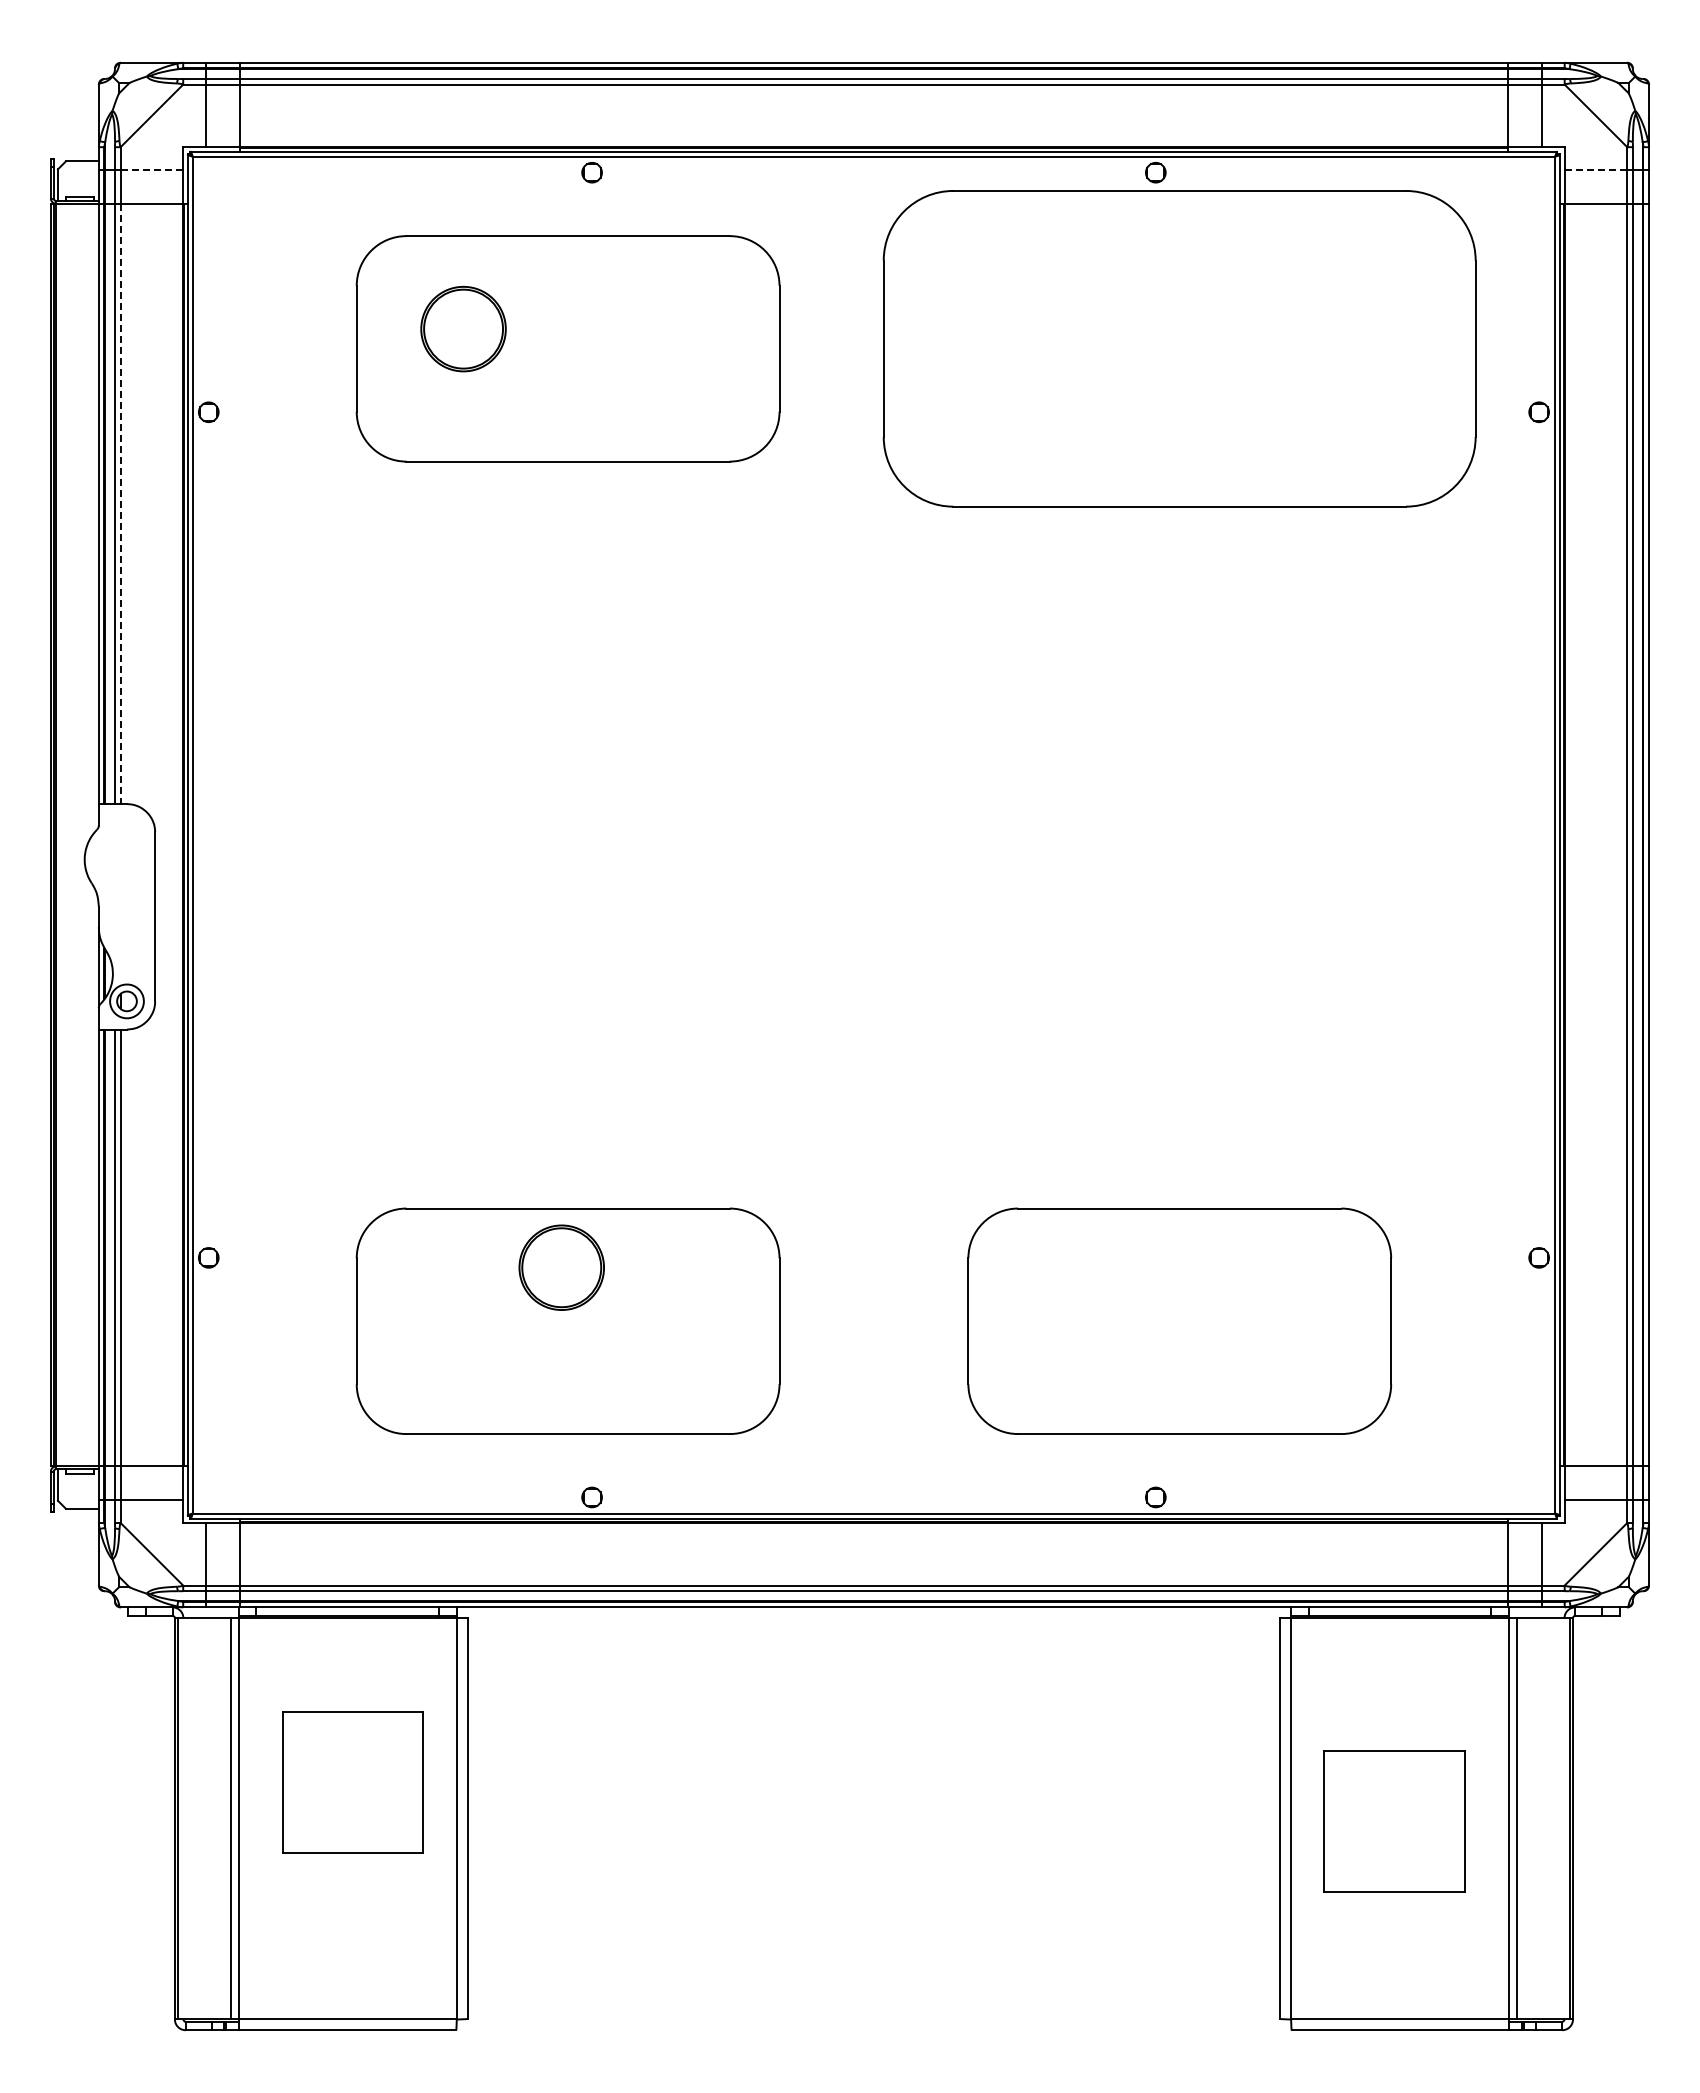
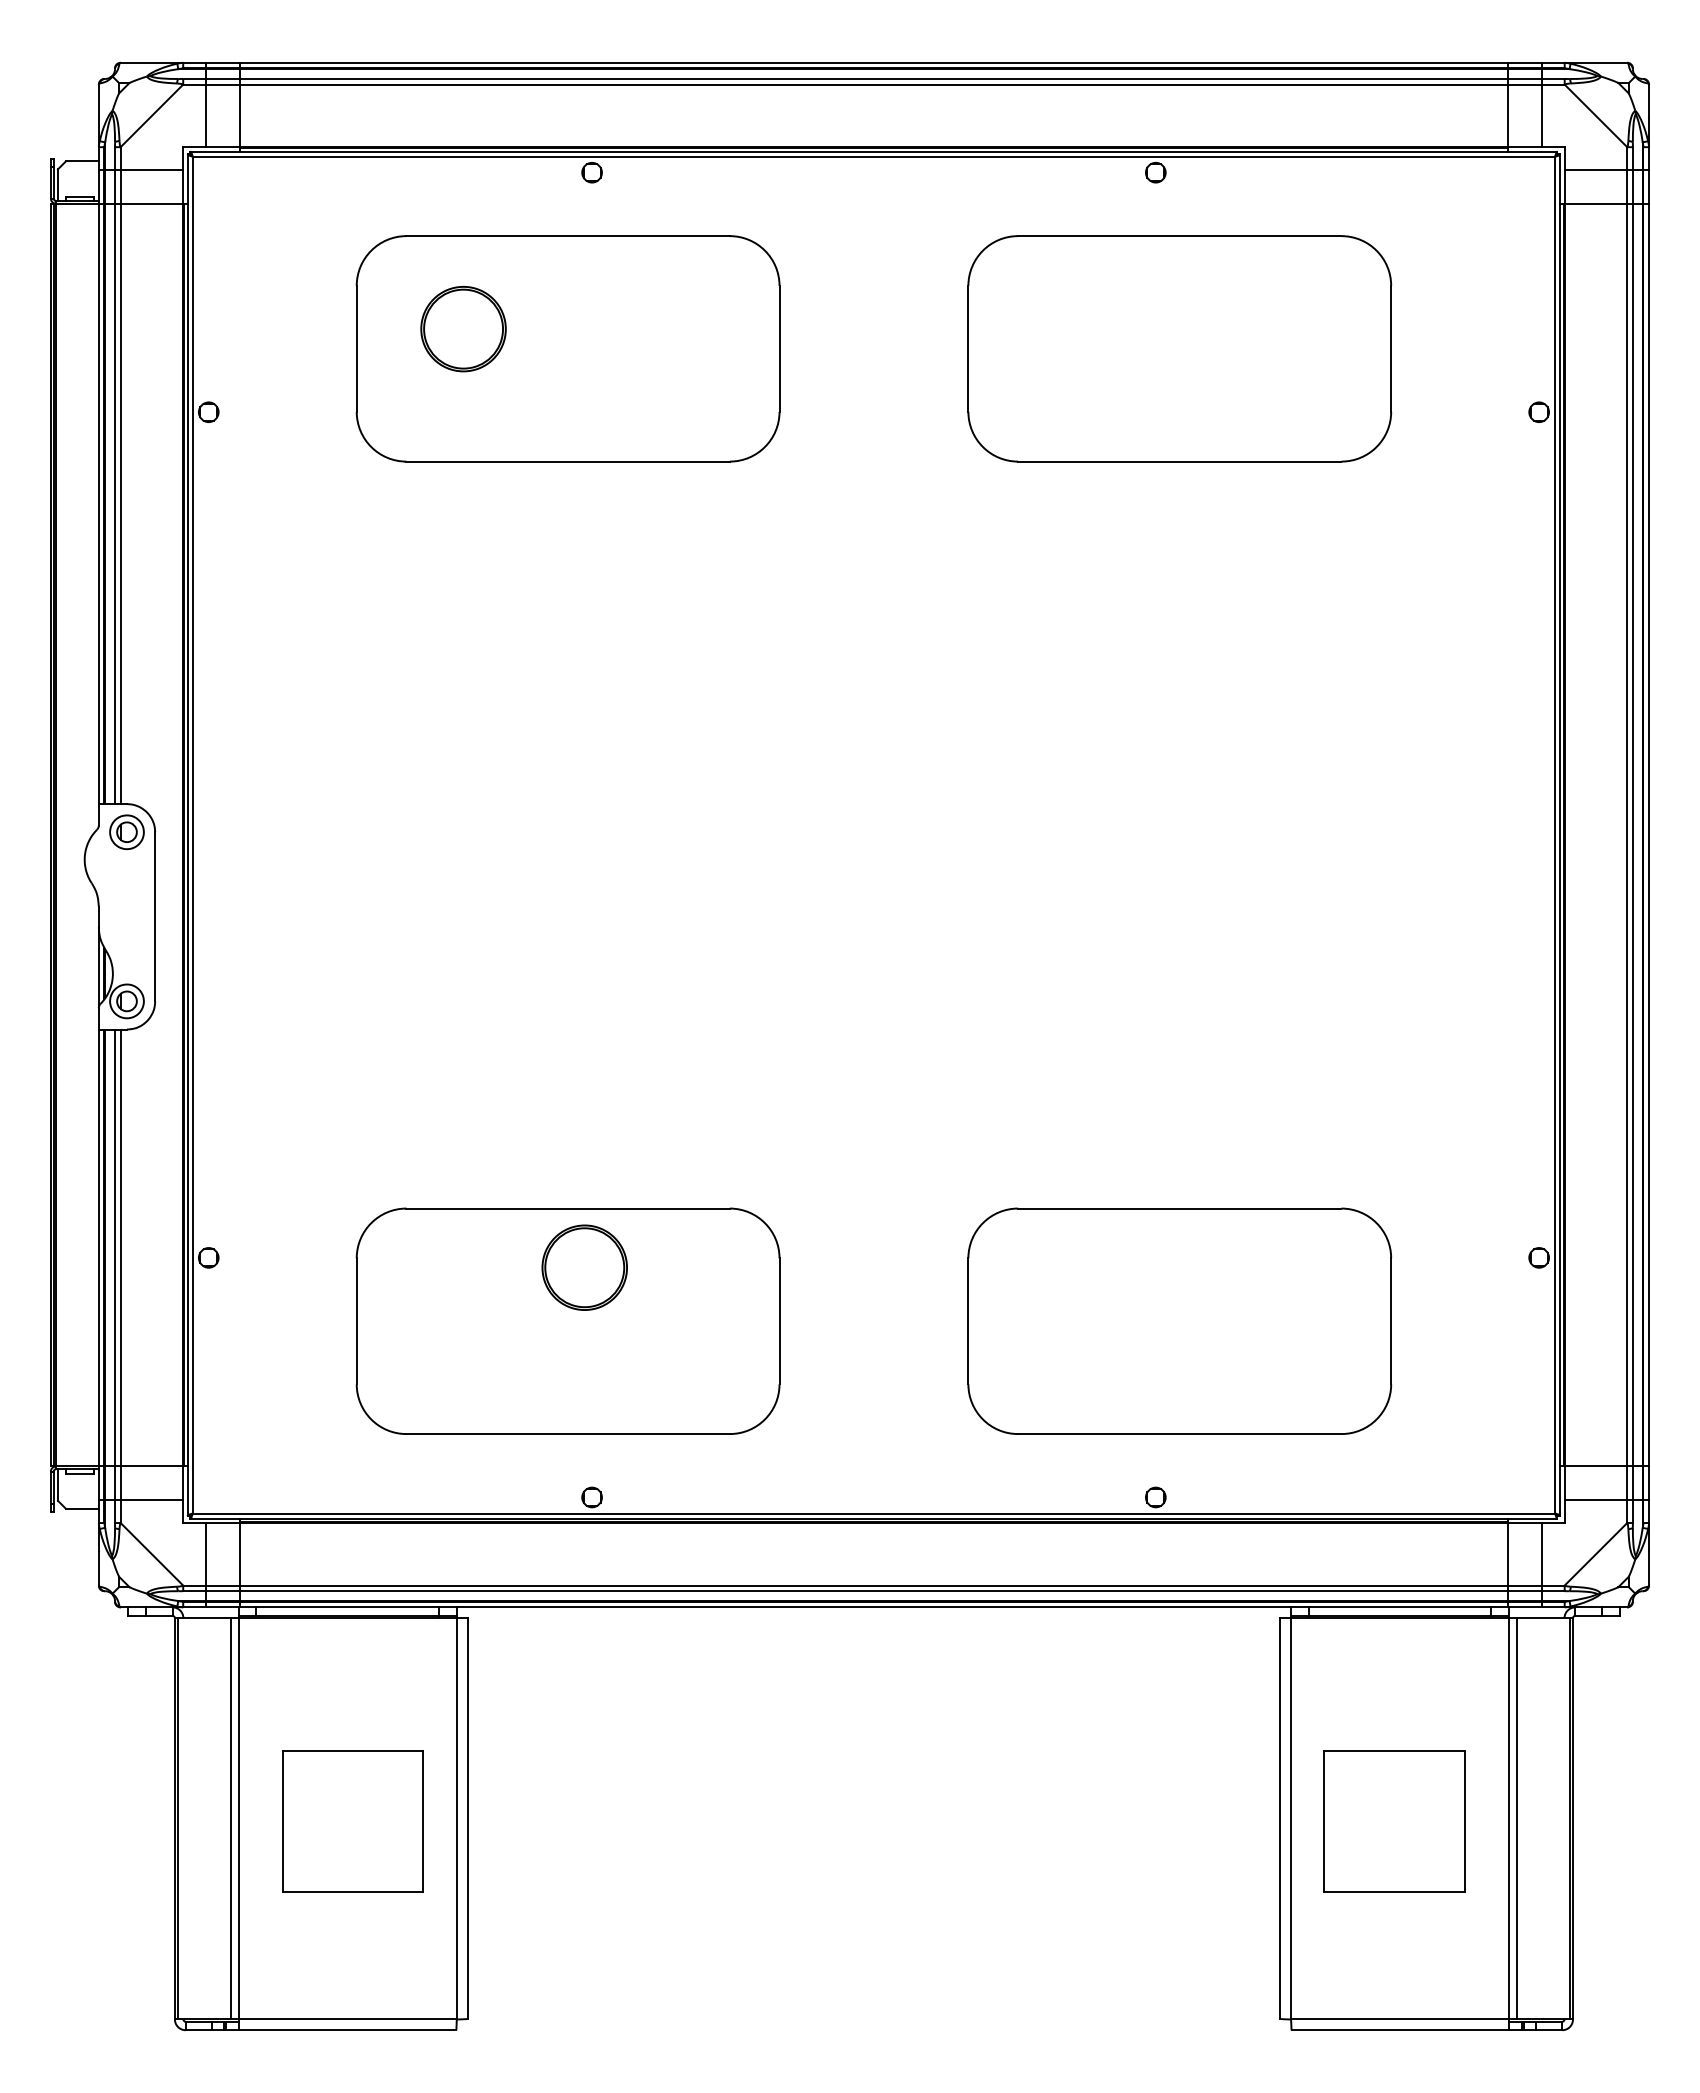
line at (151, 169): dashed -> solid
line at (1595, 169): dashed -> solid
part at (1179, 348) size: 595x318 px -> 426x228 px
line at (120, 504): dashed -> solid
part at (126, 832): none -> present
part at (561, 1267) position: (561, 1267) -> (584, 1267)
part at (352, 1782) position: (352, 1782) -> (352, 1821)
